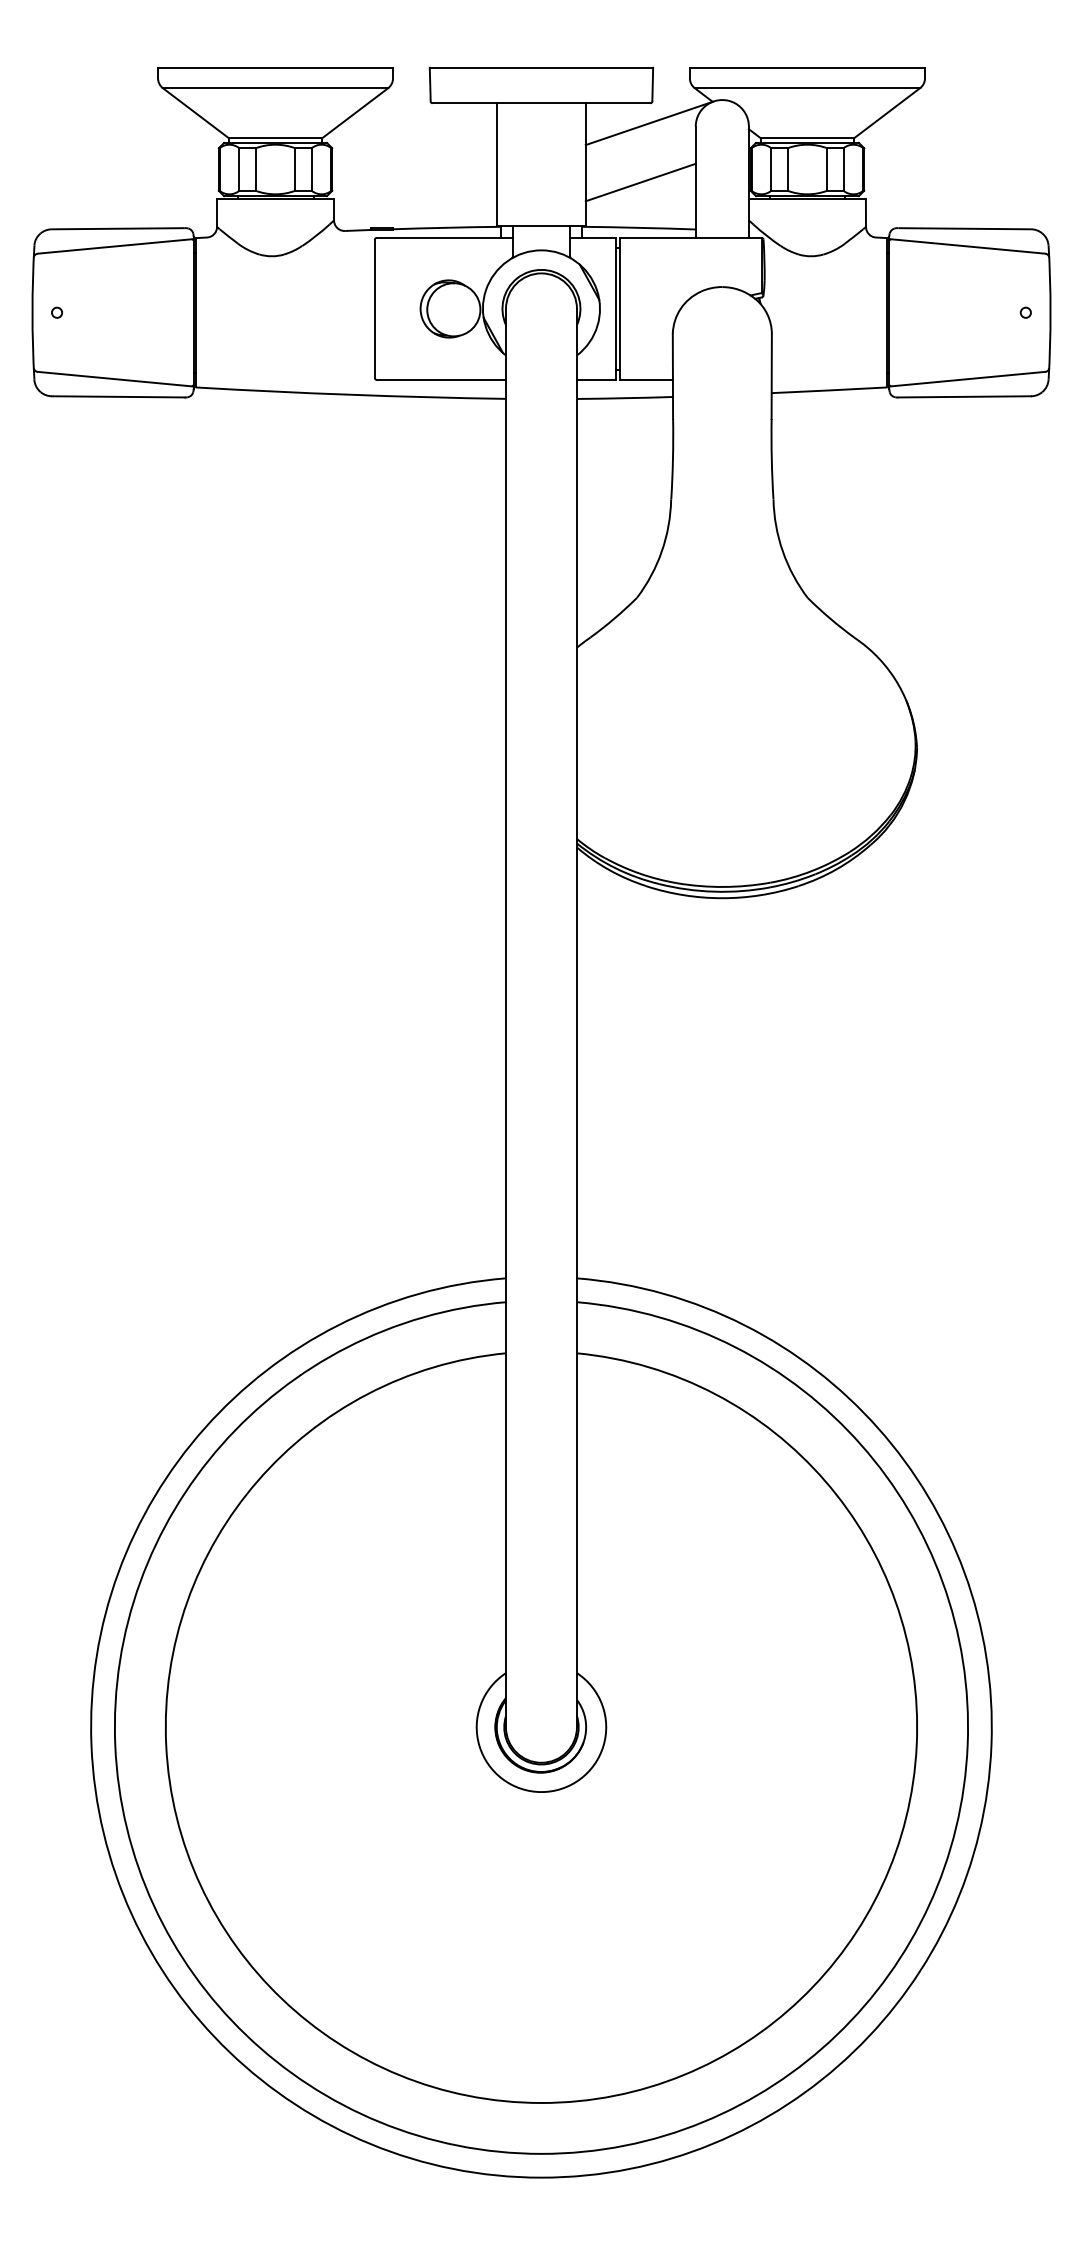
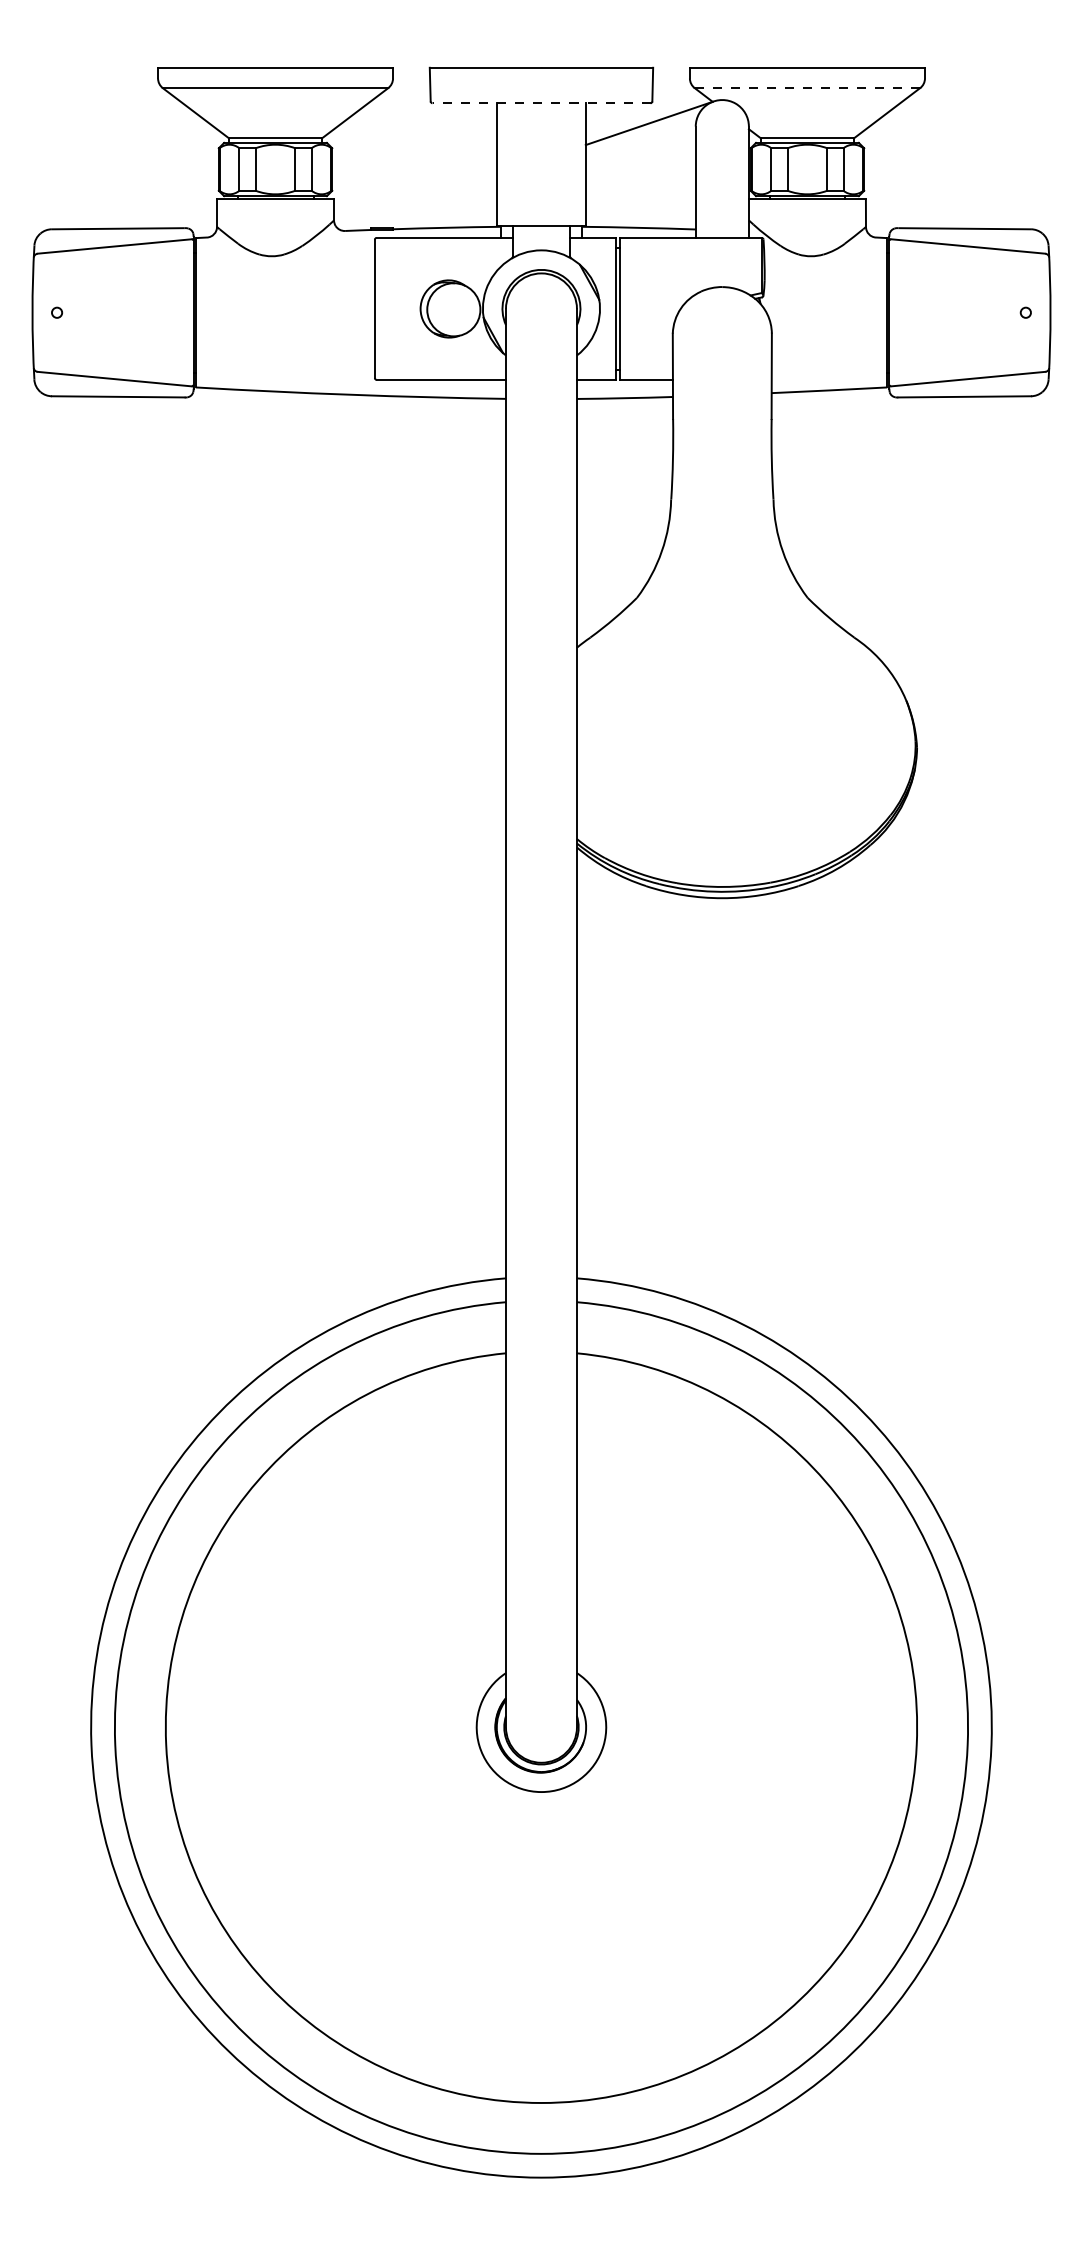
line at (807, 88): solid -> dashed
line at (541, 103): solid -> dashed
line at (640, 182): present -> none
